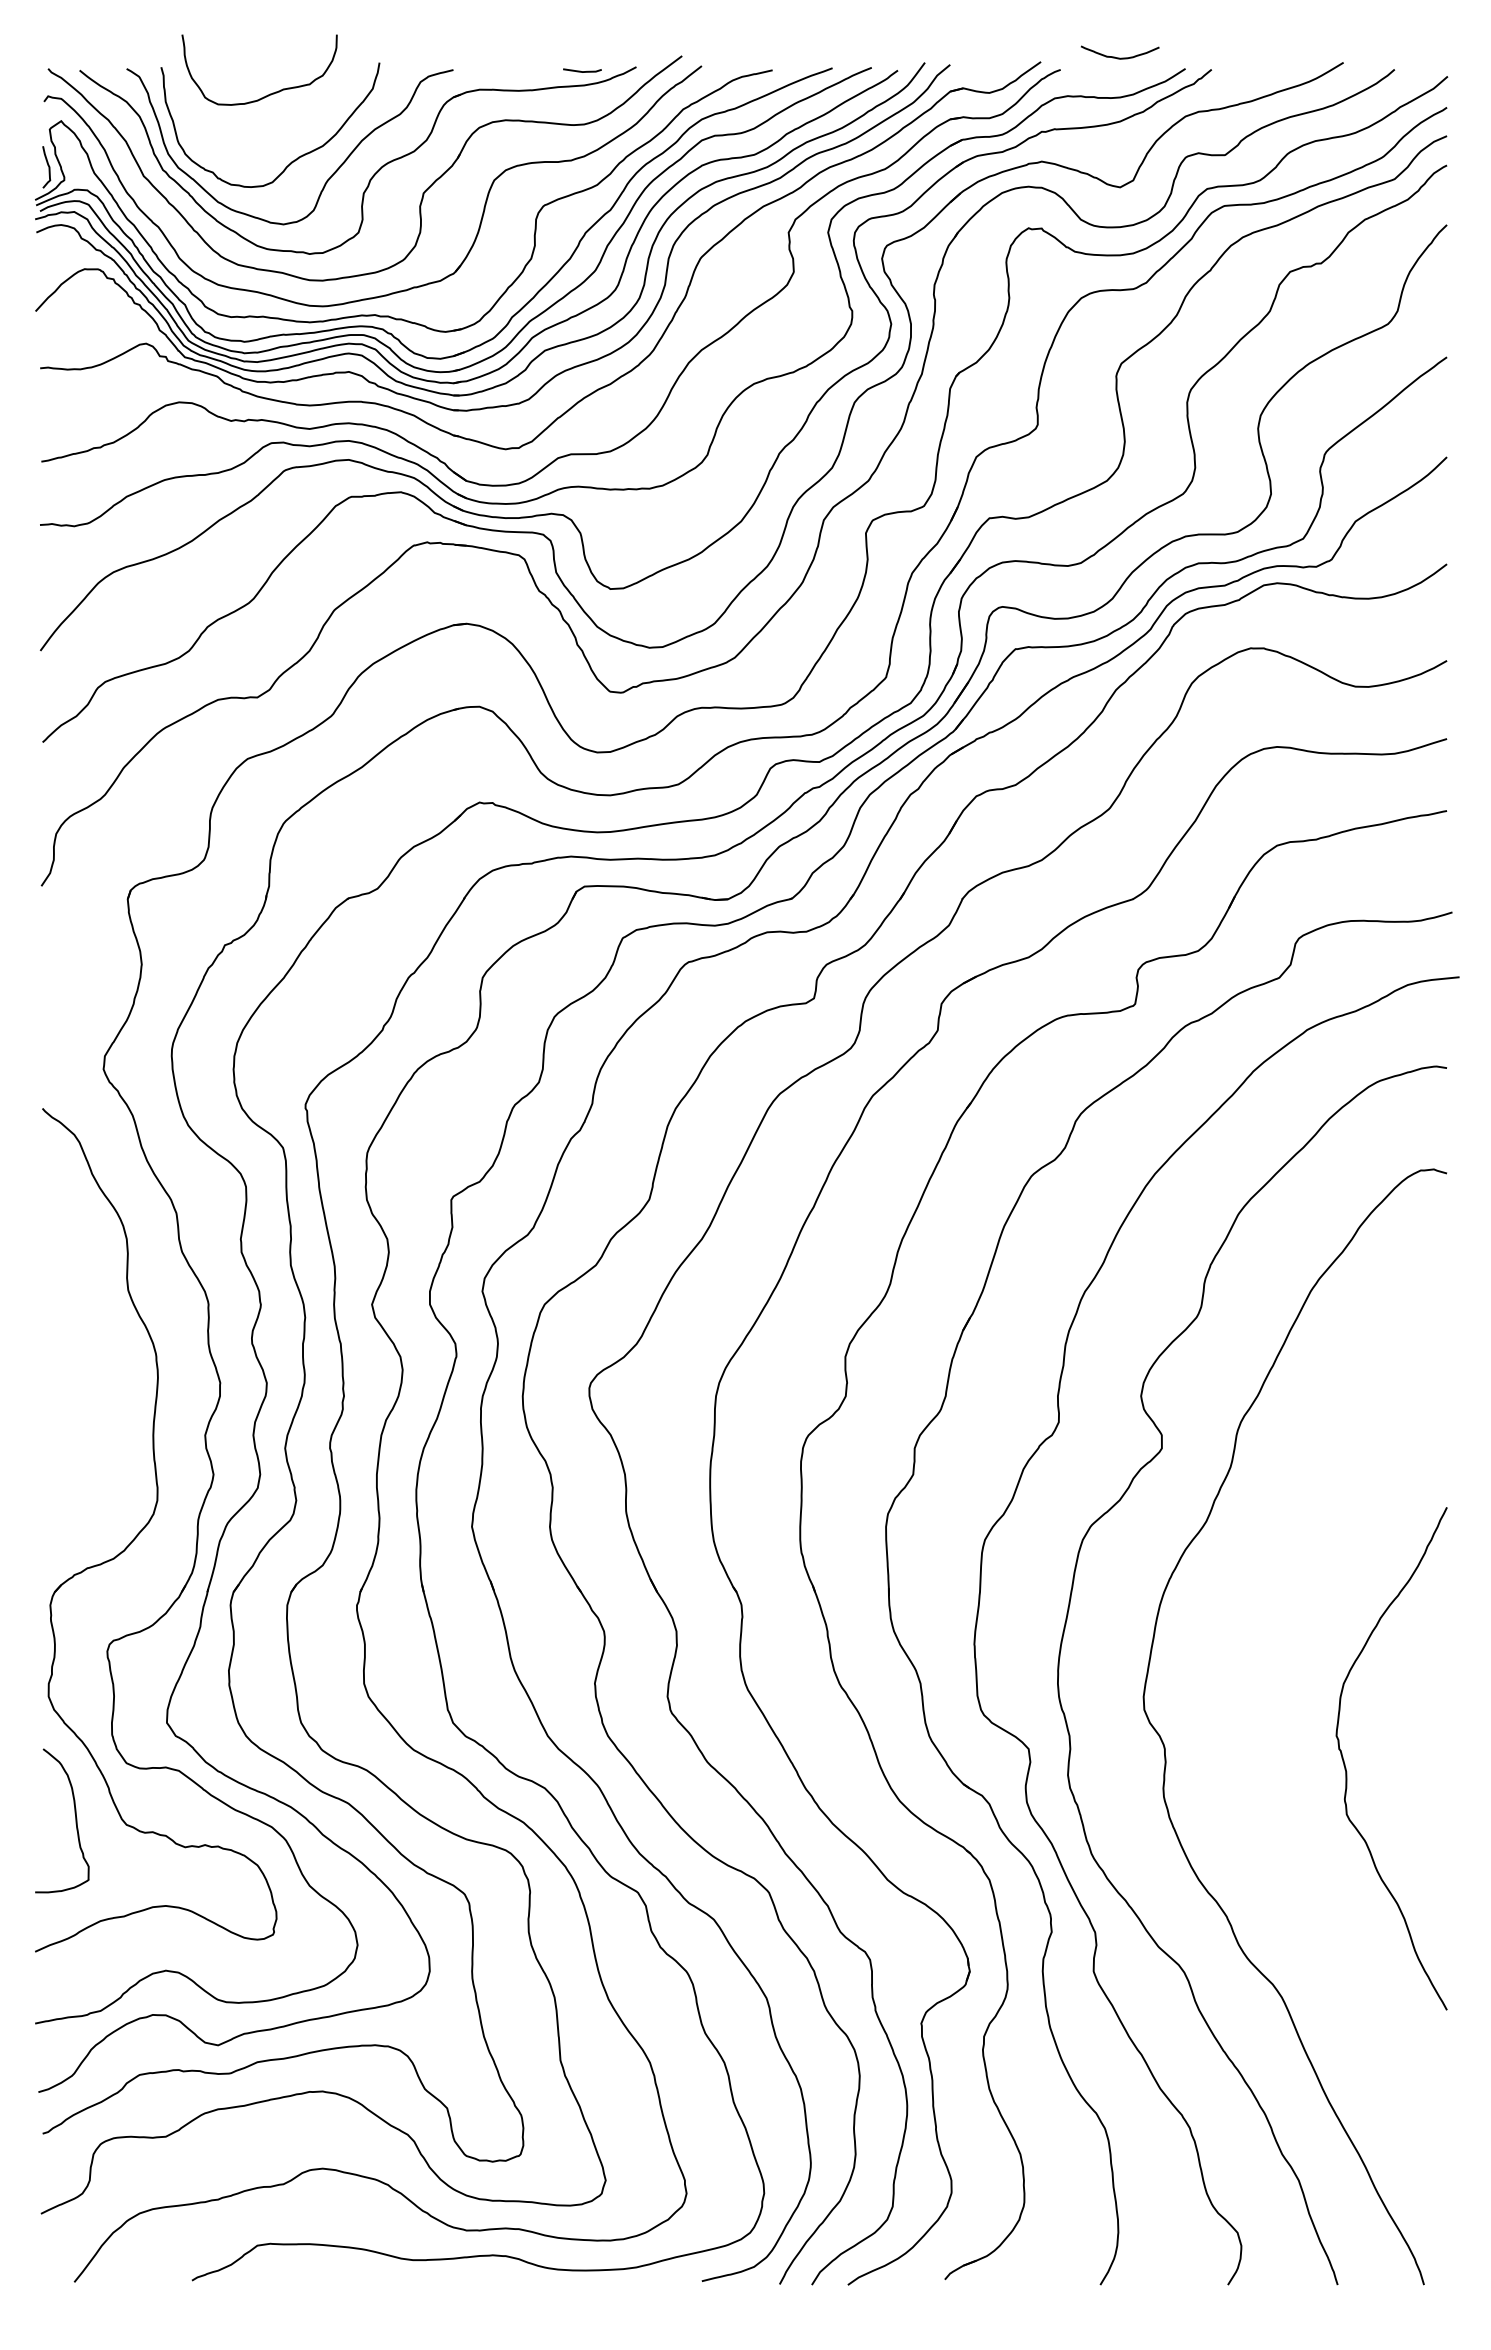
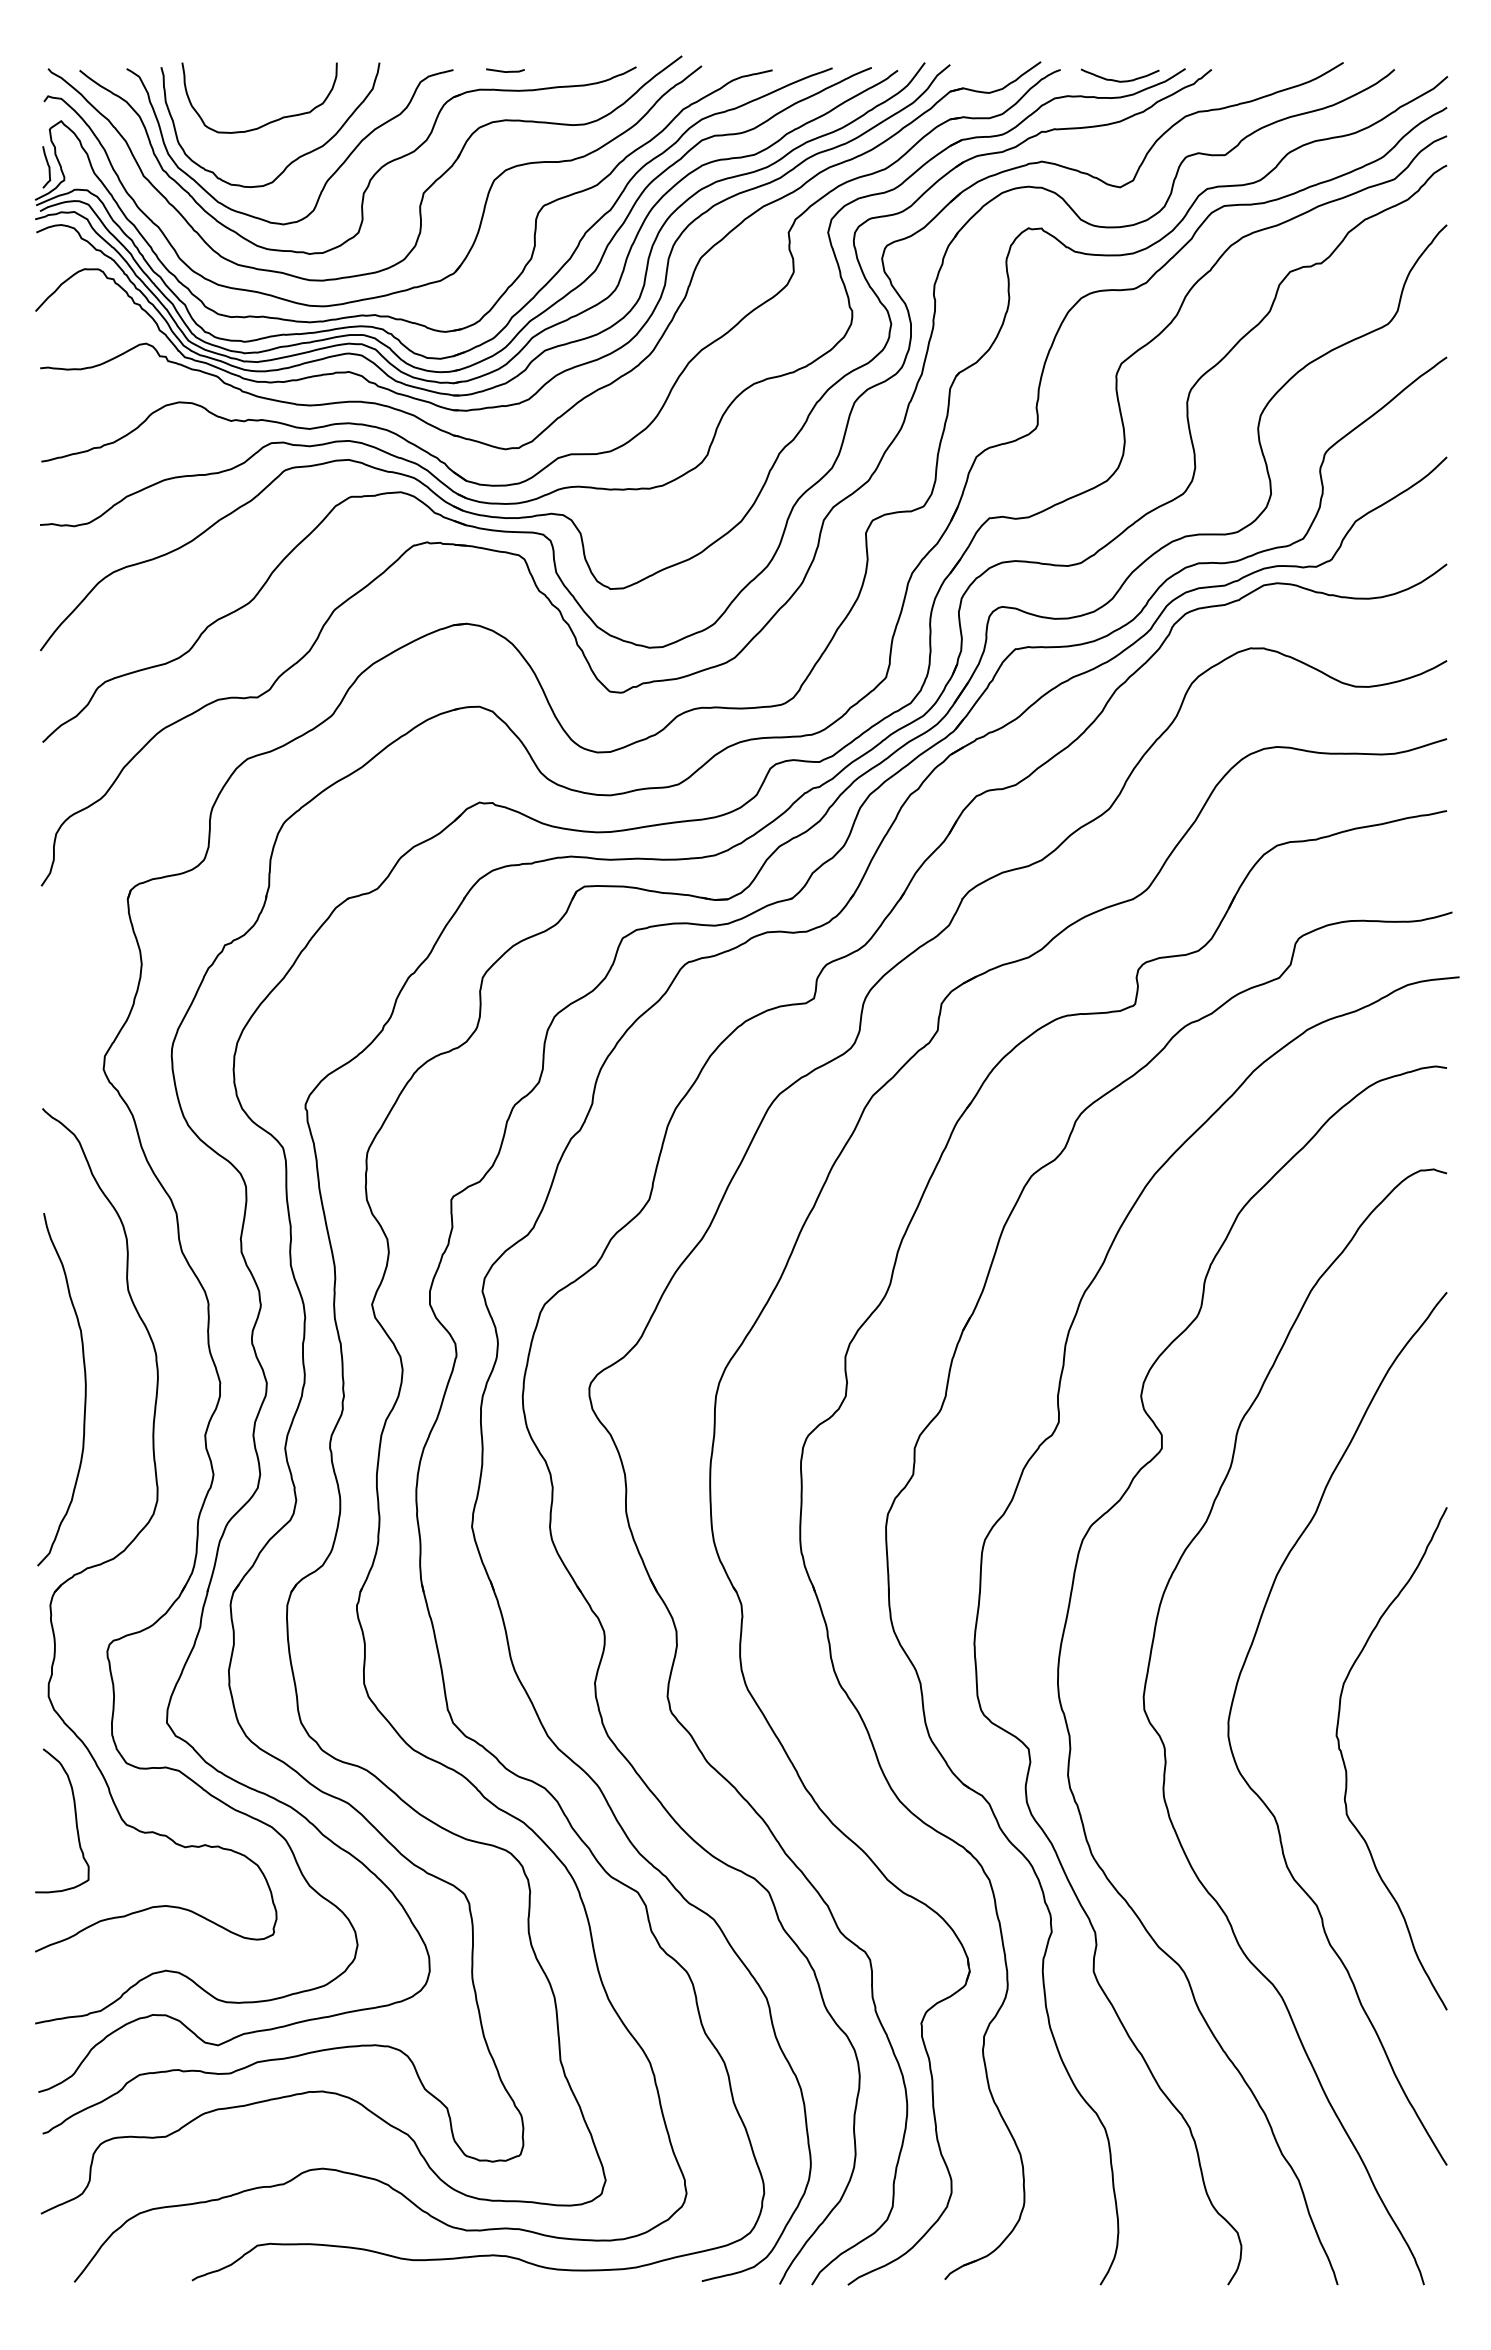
curve at (1119, 57) position: (1119, 57) -> (1119, 80)
line at (582, 71) position: (582, 71) -> (505, 71)
curve at (270, 93) position: (270, 93) -> (270, 121)
curve at (84, 1389): none -> present
curve at (1258, 1794): none -> present
